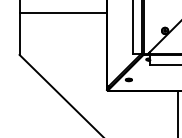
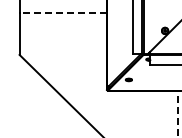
line at (63, 12): solid -> dashed
line at (178, 113): solid -> dashed
